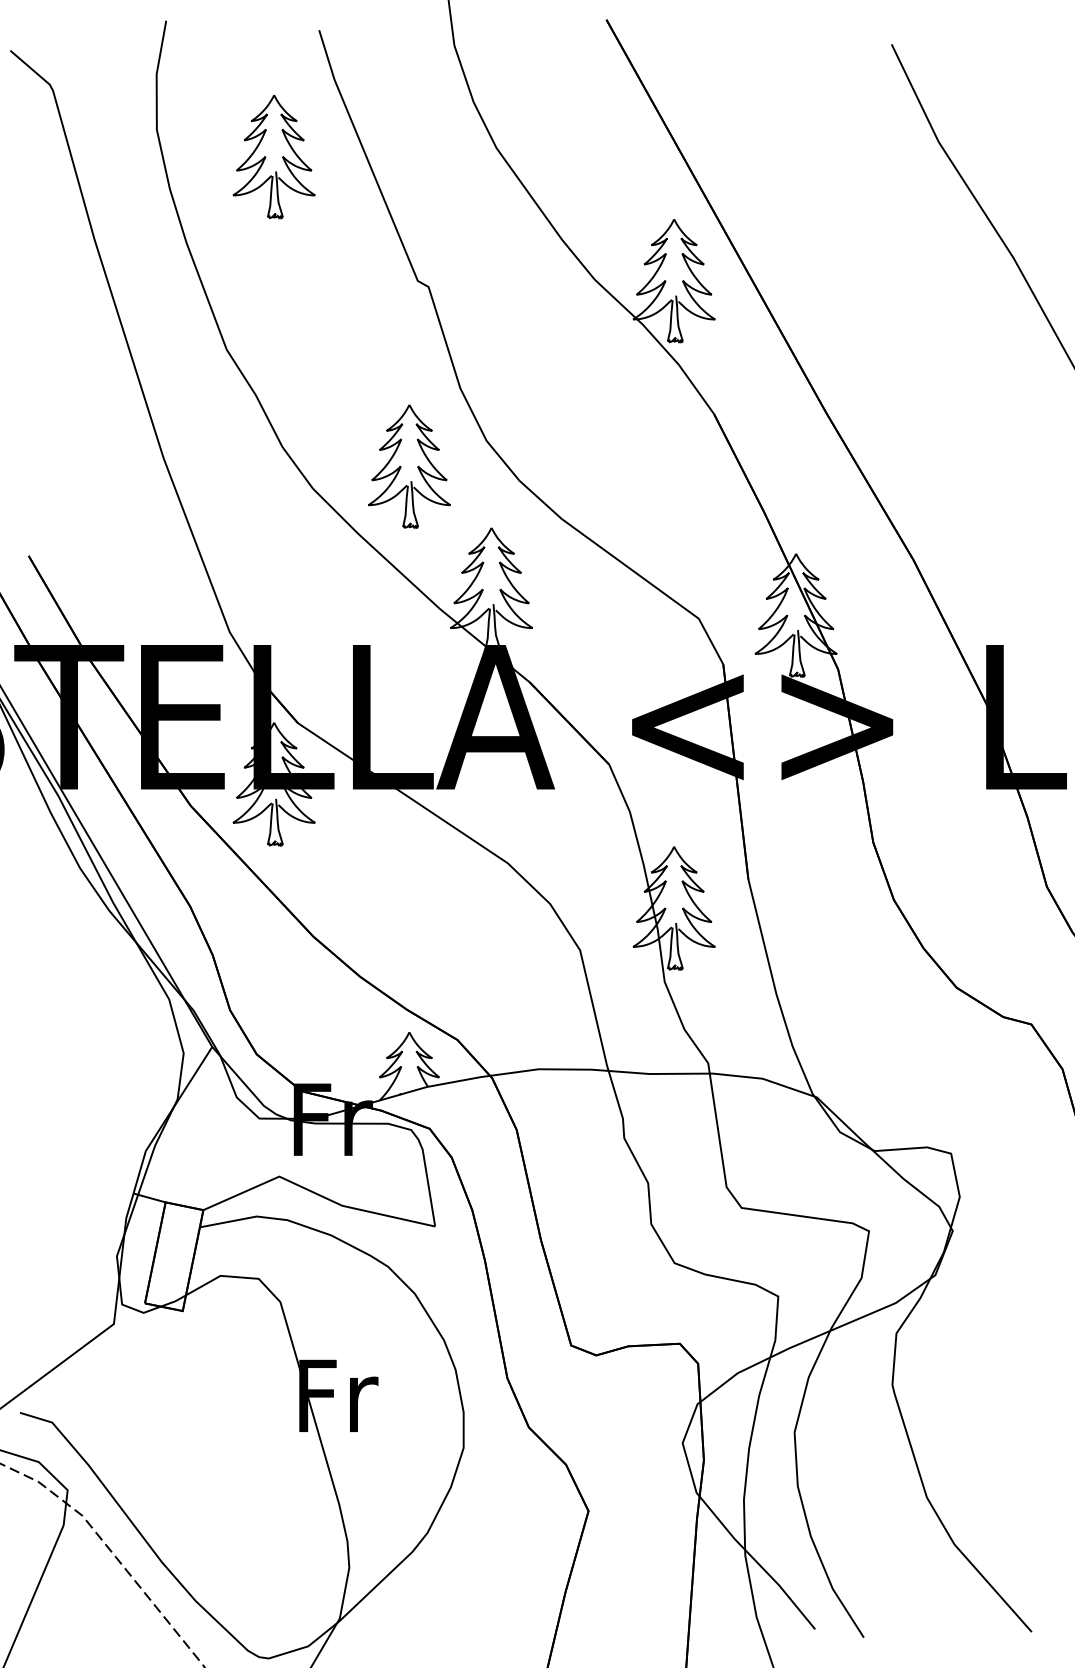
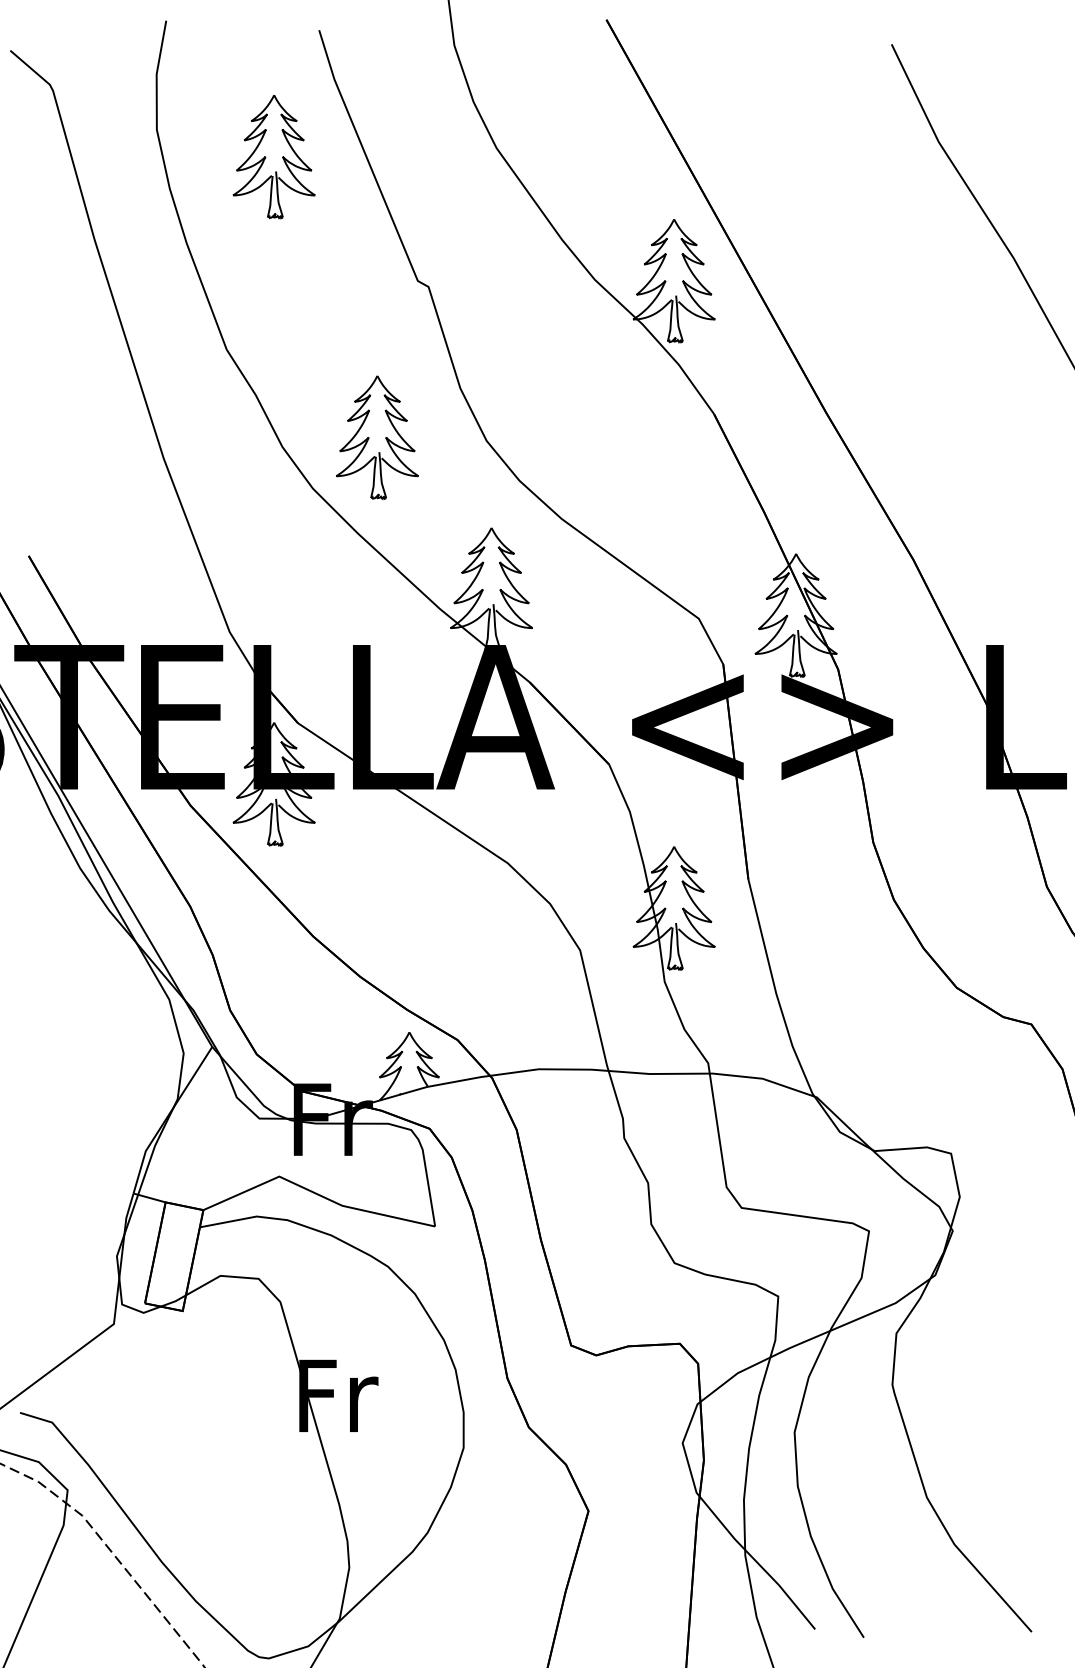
part at (409, 466) position: (409, 466) -> (377, 437)
